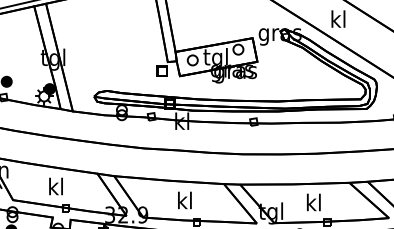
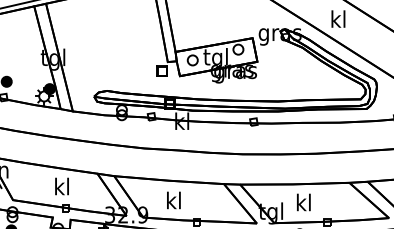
text at (55, 186) position: (55, 186) -> (61, 186)
text at (184, 200) position: (184, 200) -> (173, 200)
text at (313, 202) position: (313, 202) -> (303, 202)
